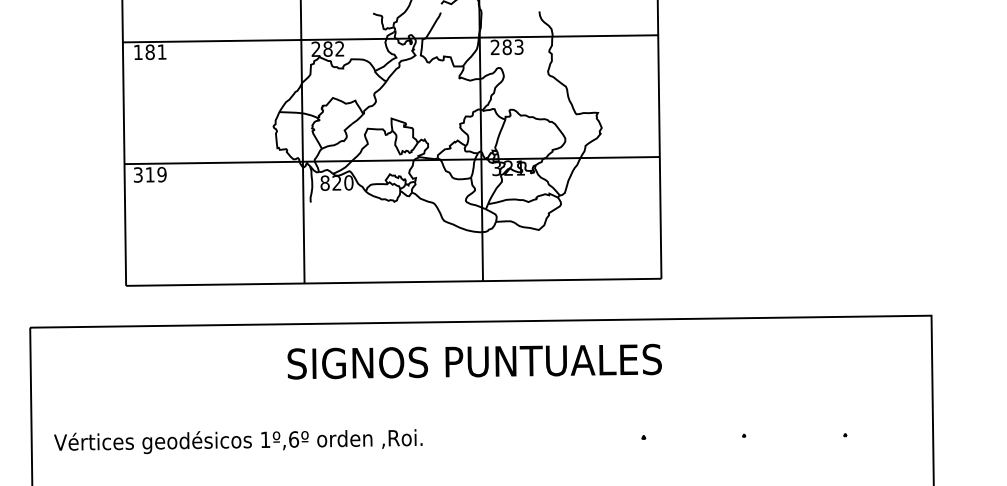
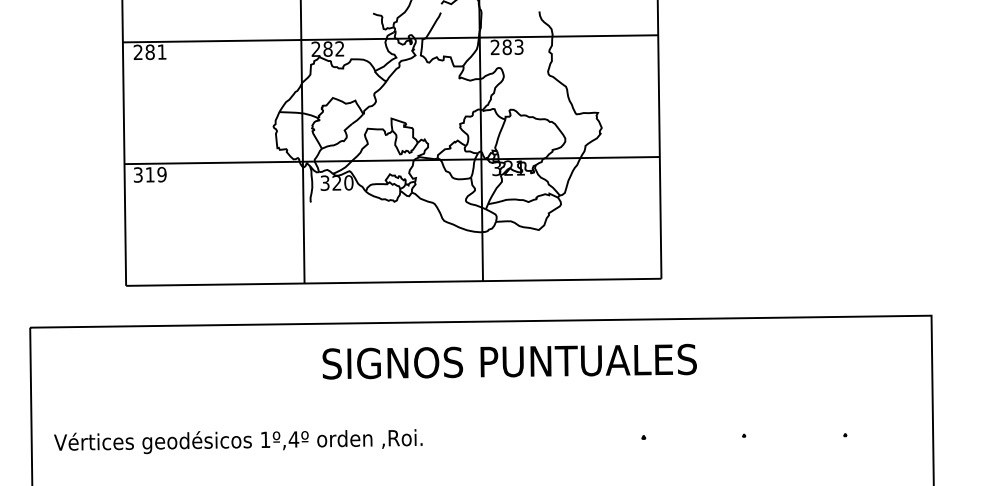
text at (137, 51): 181 -> 281
text at (324, 182): 820 -> 320
text at (474, 361) position: (474, 361) -> (509, 361)
text at (293, 439): 1º,6º -> 1º,4º
